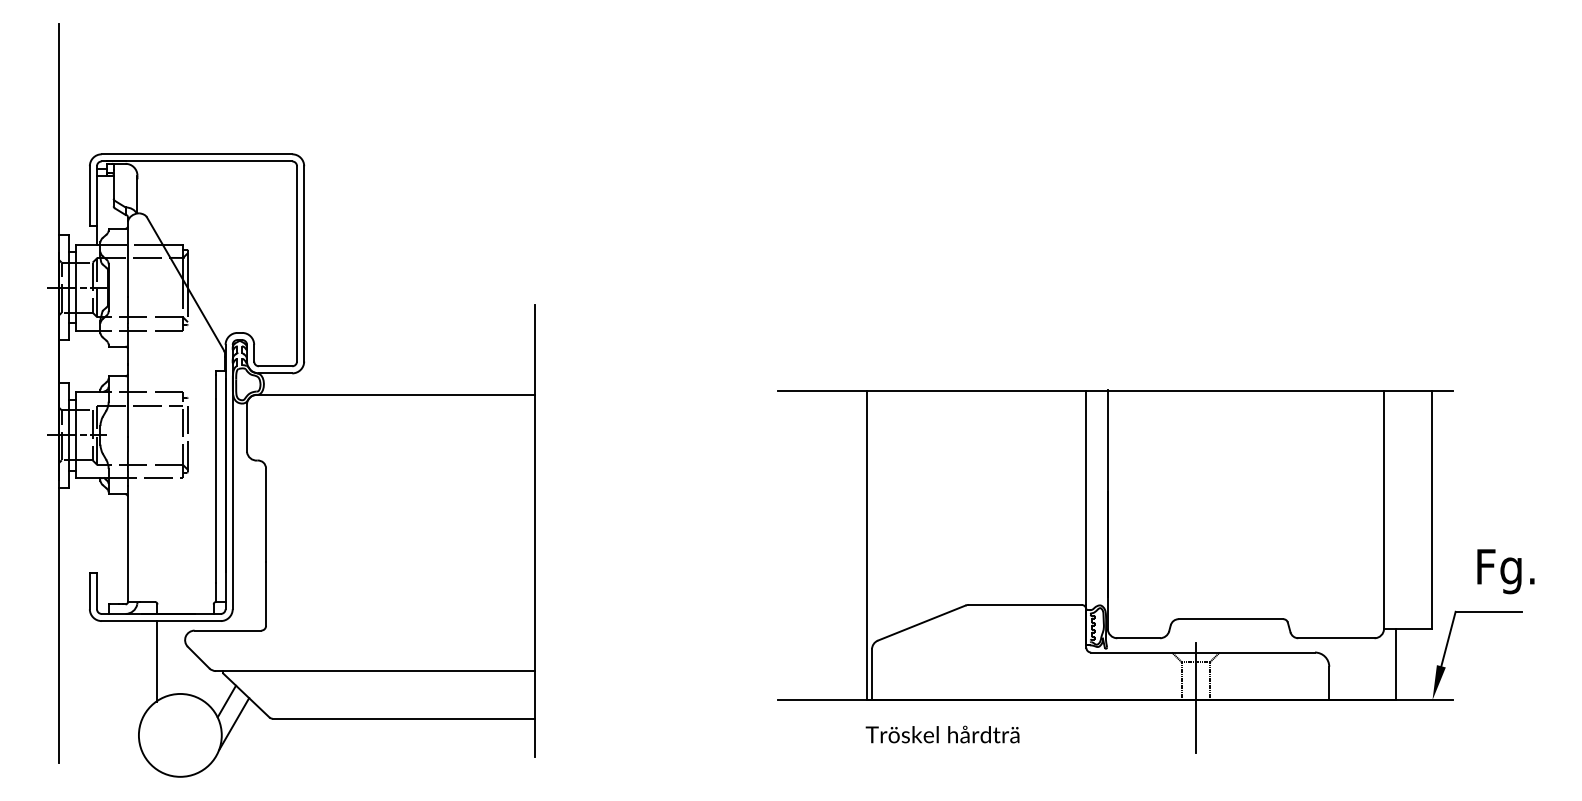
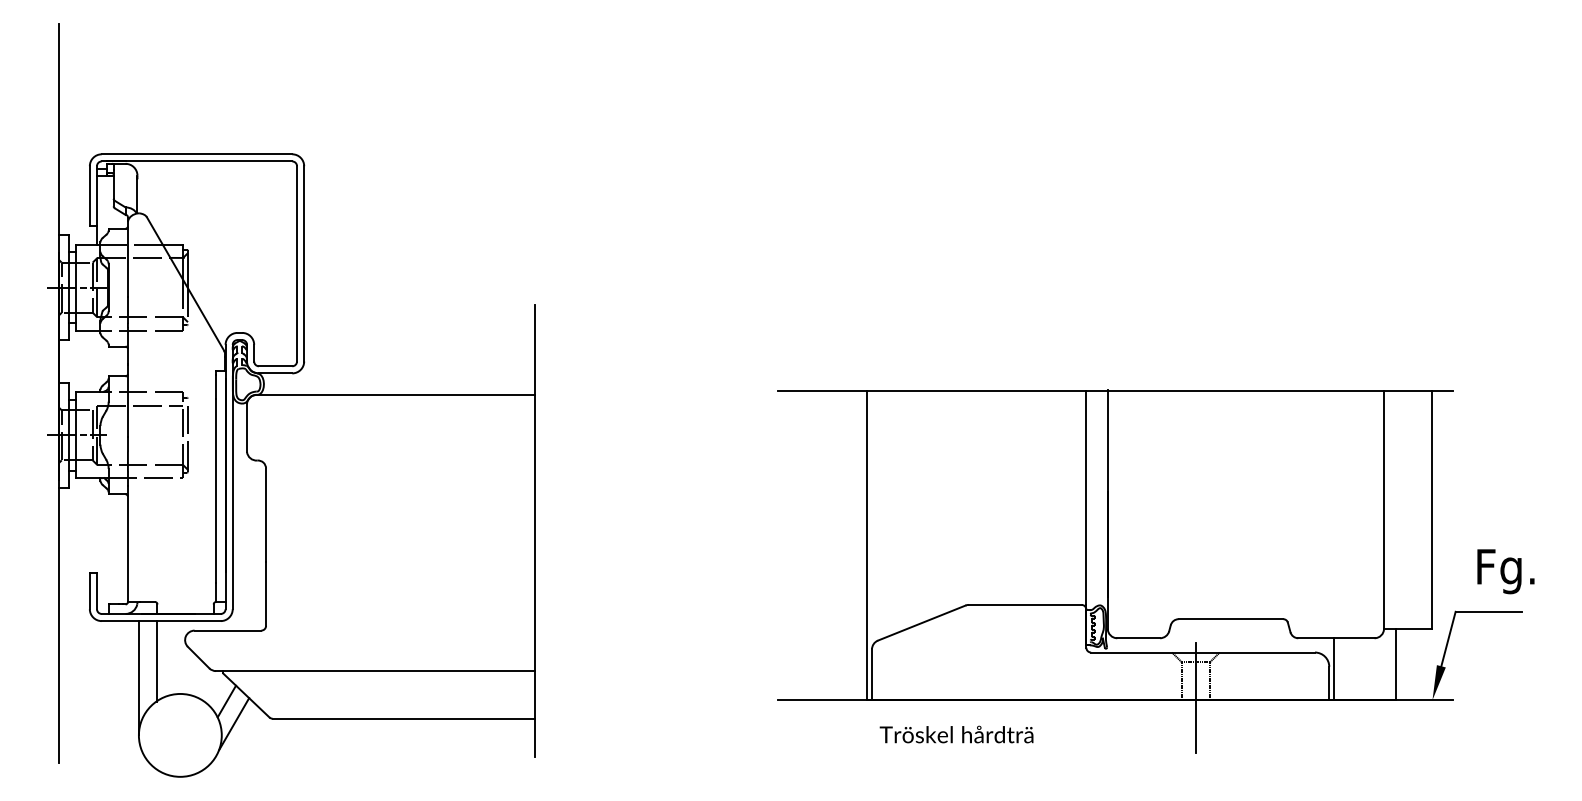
line at (1334, 669): none -> present
line at (138, 678): none -> present
text at (942, 734) position: (942, 734) -> (956, 734)
